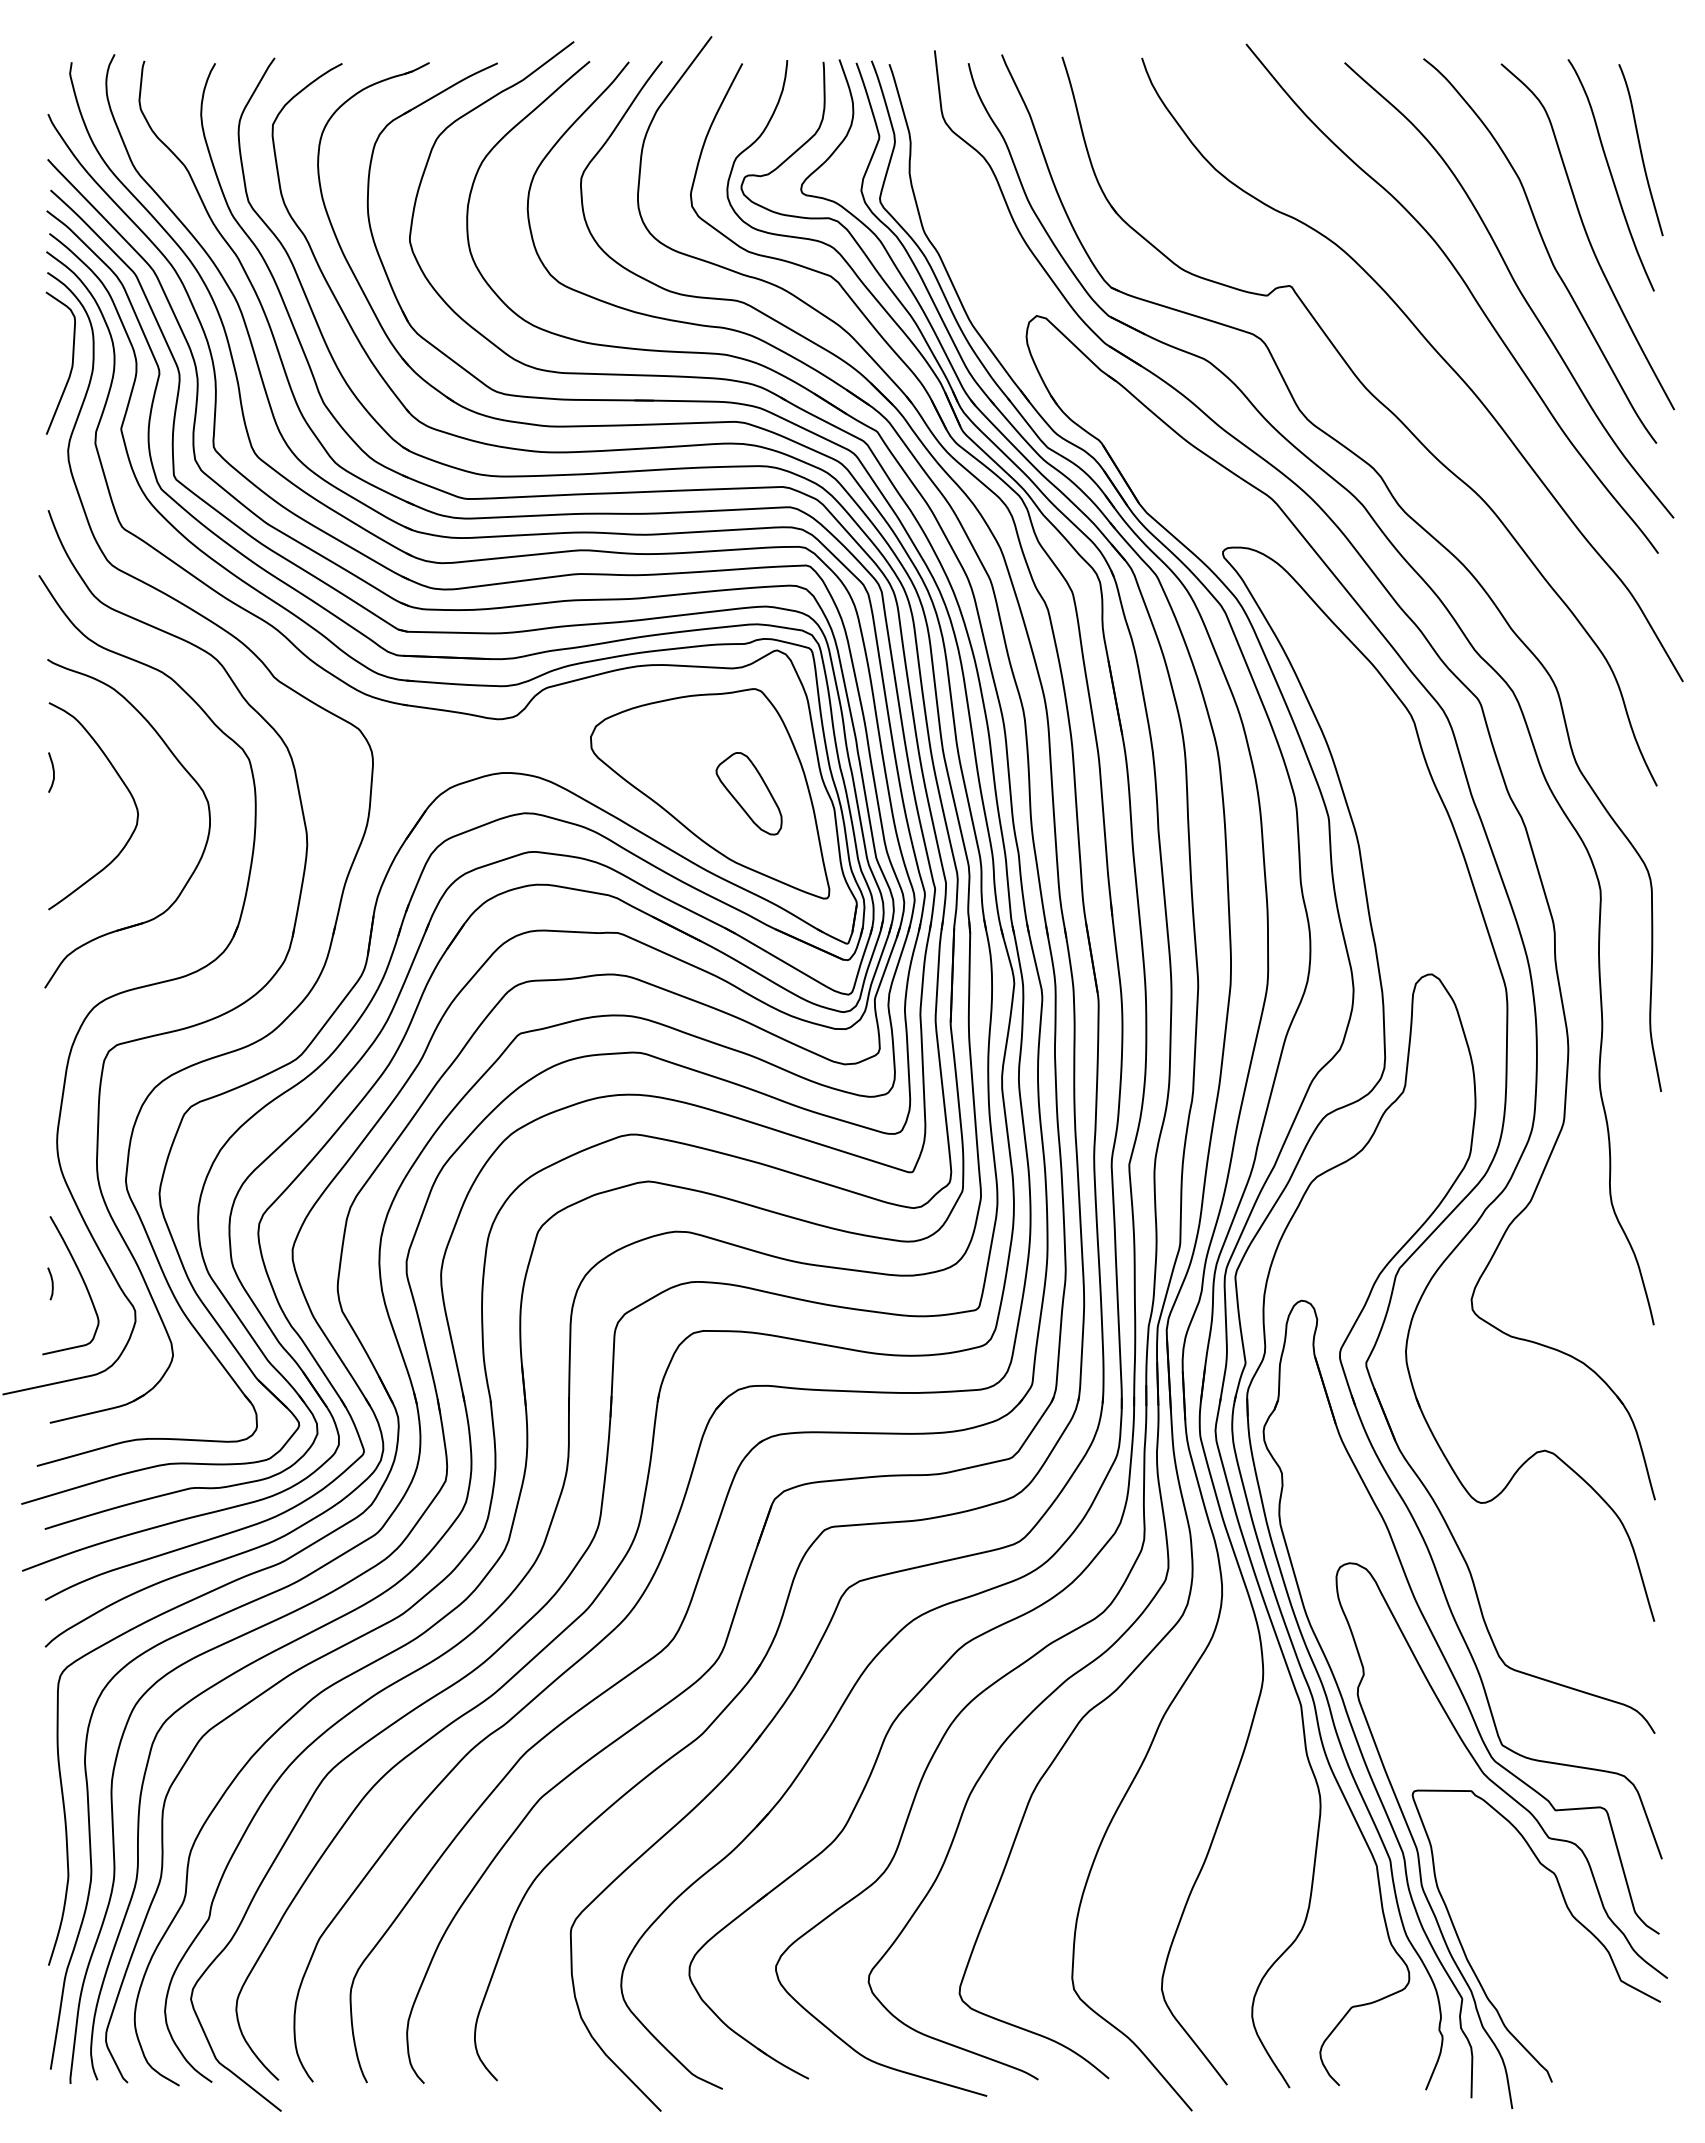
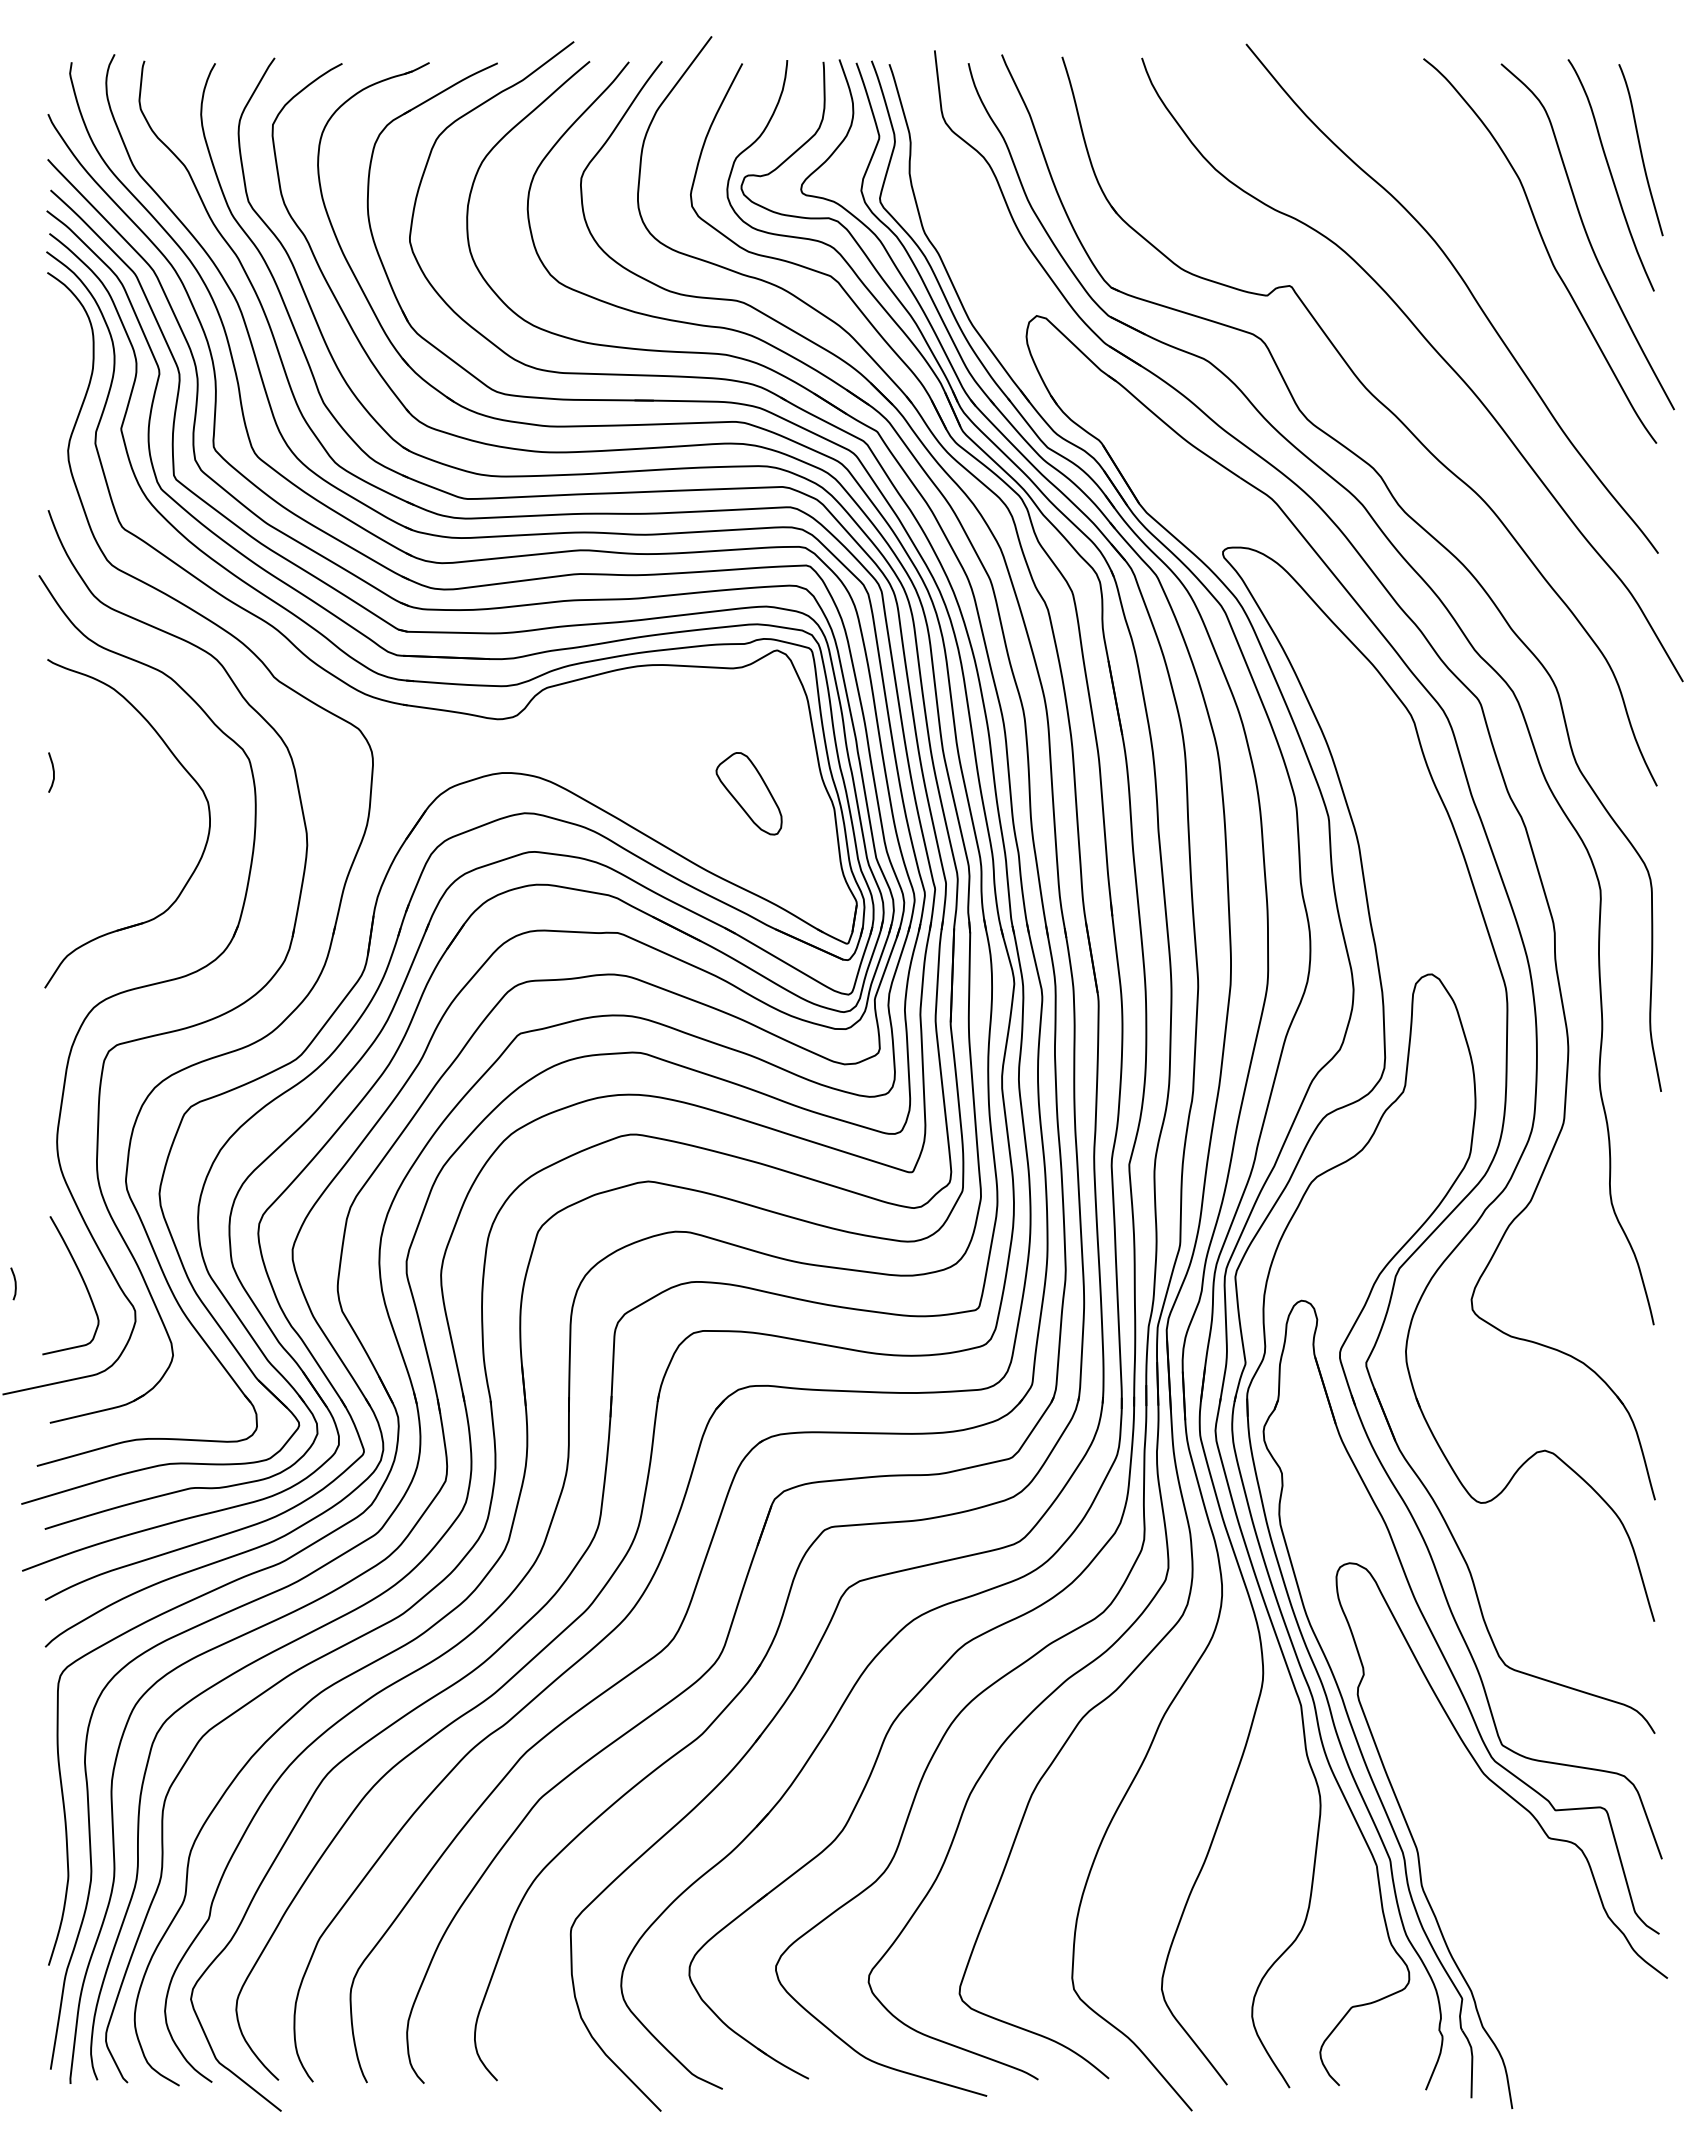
curve at (1516, 287): present -> none
curve at (71, 363): present -> none
curve at (123, 784): present -> none
part at (710, 793): present -> none
curve at (51, 1283) position: (51, 1283) -> (14, 1283)
curve at (1570, 1914): present -> none
